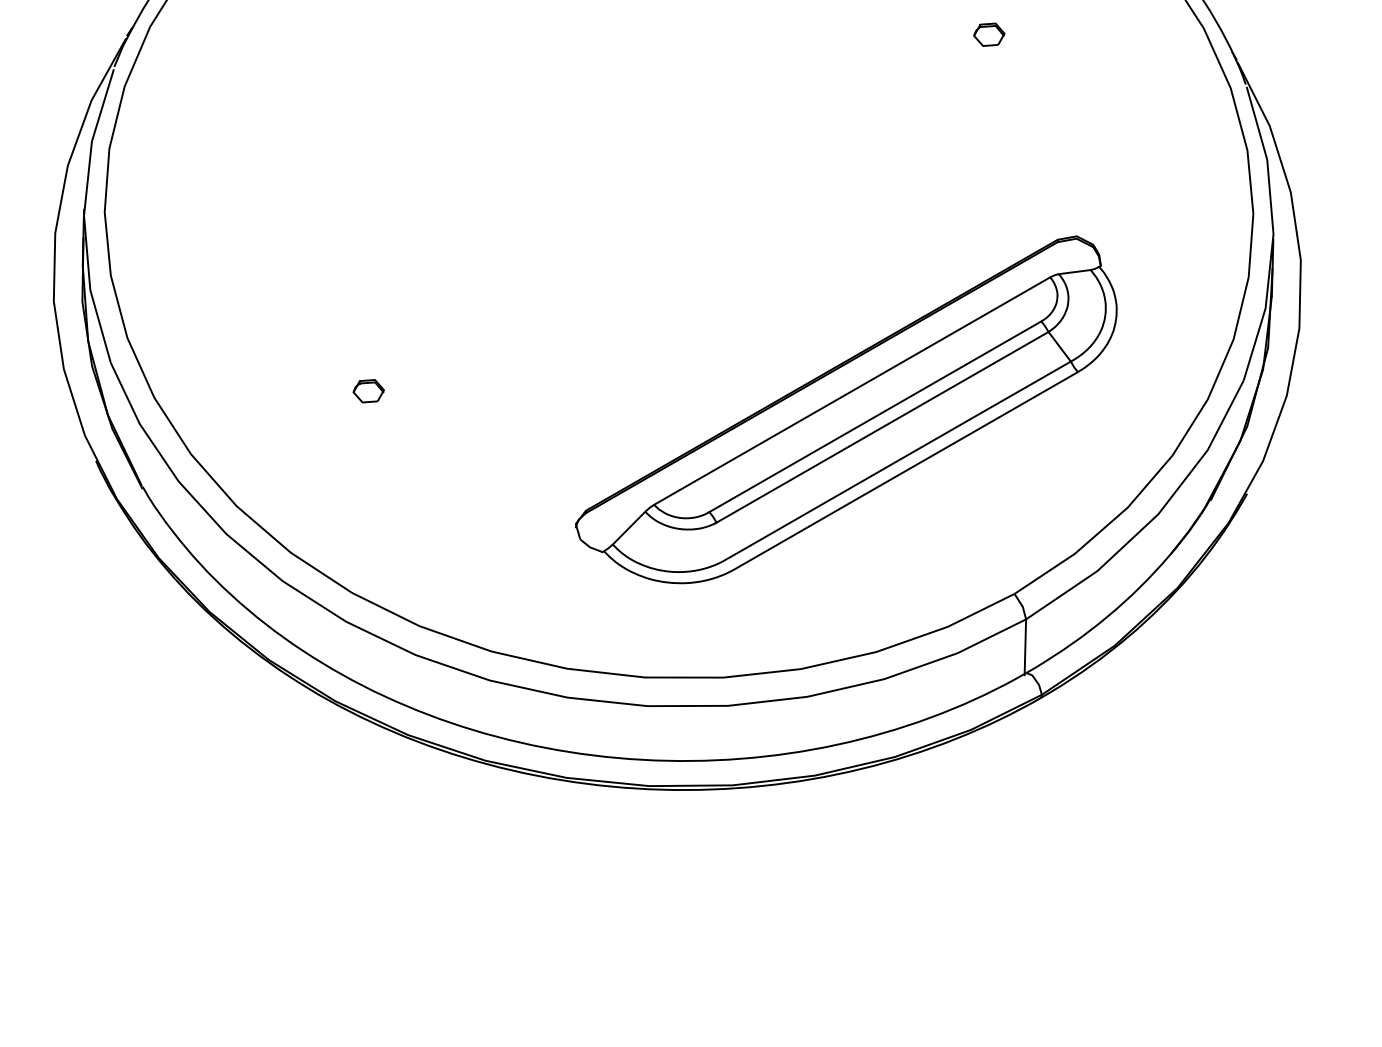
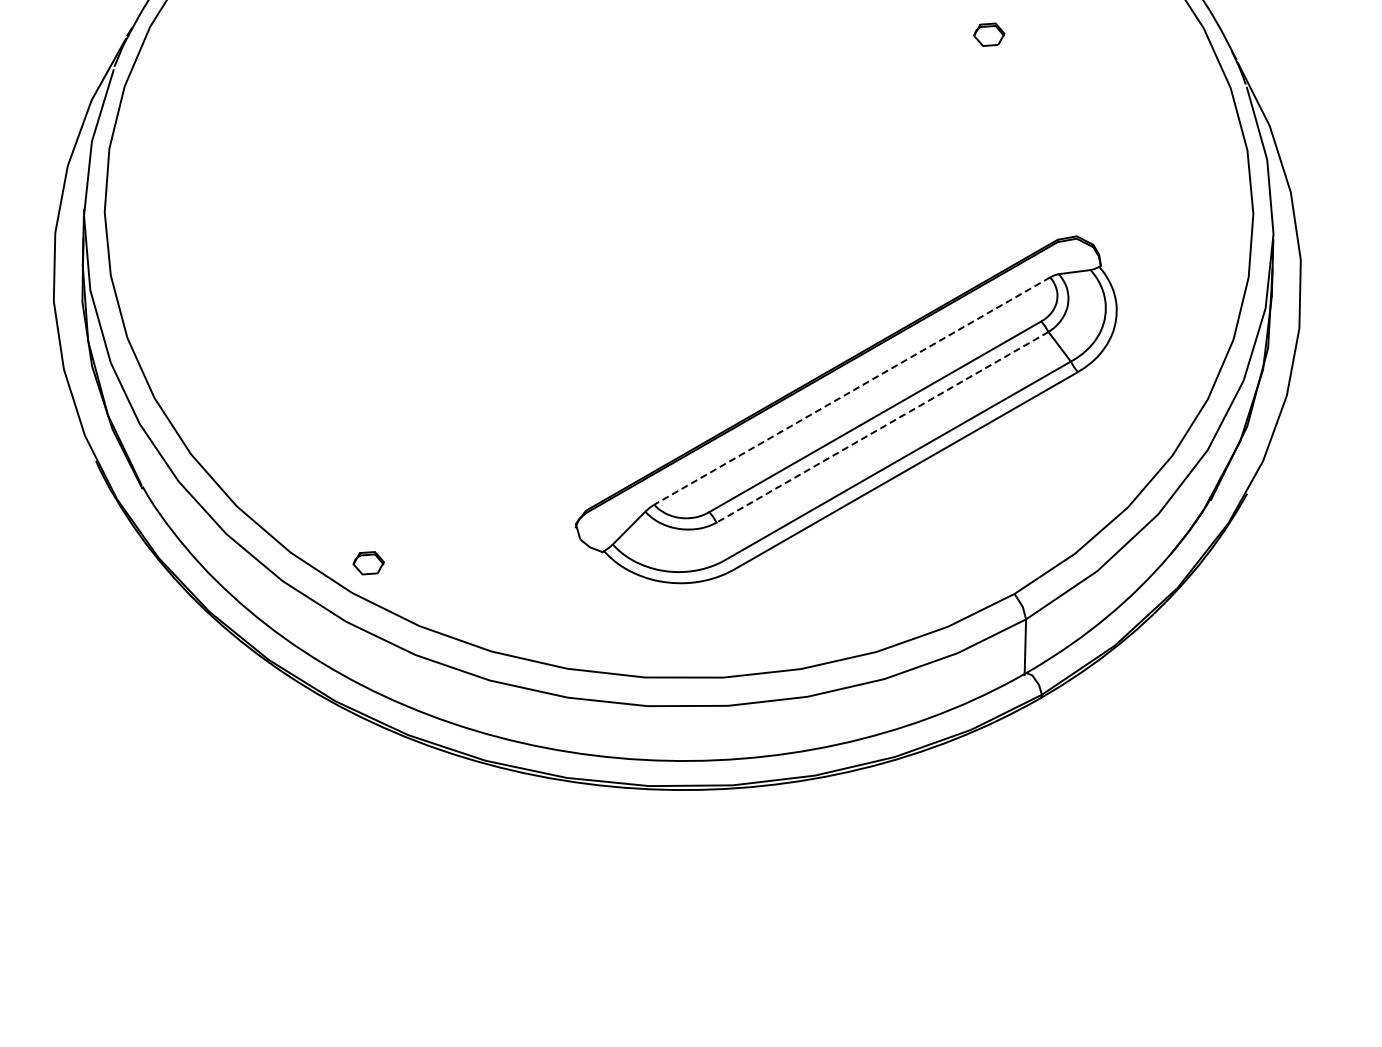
part at (368, 391) position: (368, 391) -> (368, 563)
line at (851, 391): solid -> dashed
line at (882, 427): solid -> dashed
